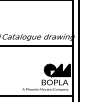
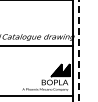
line at (78, 51): solid -> dashed
hatch at (50, 70): present -> none
